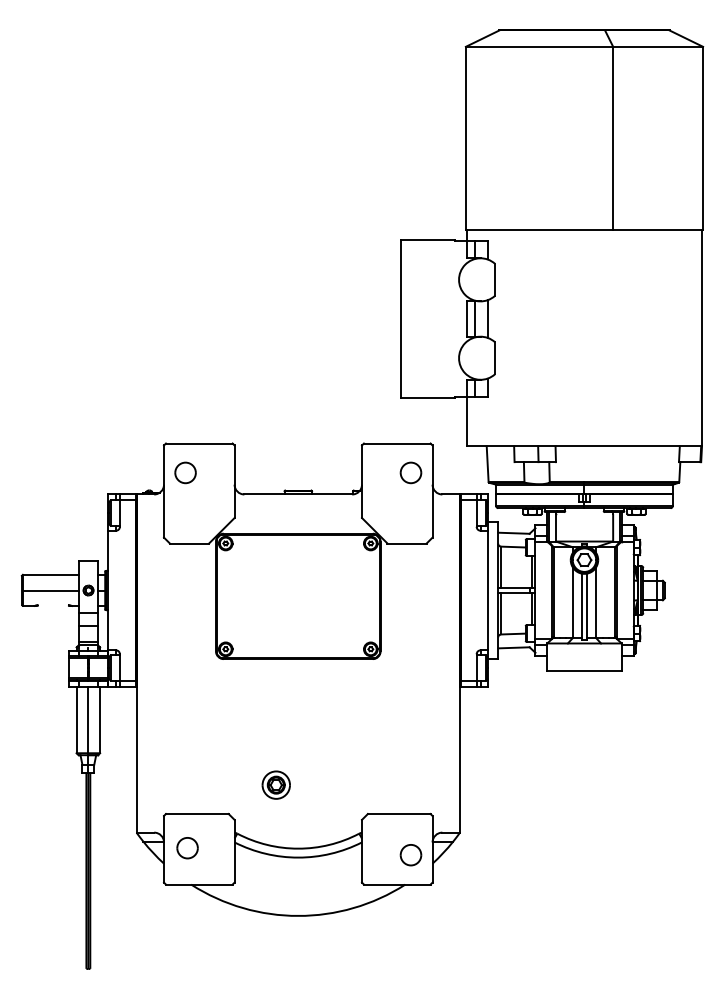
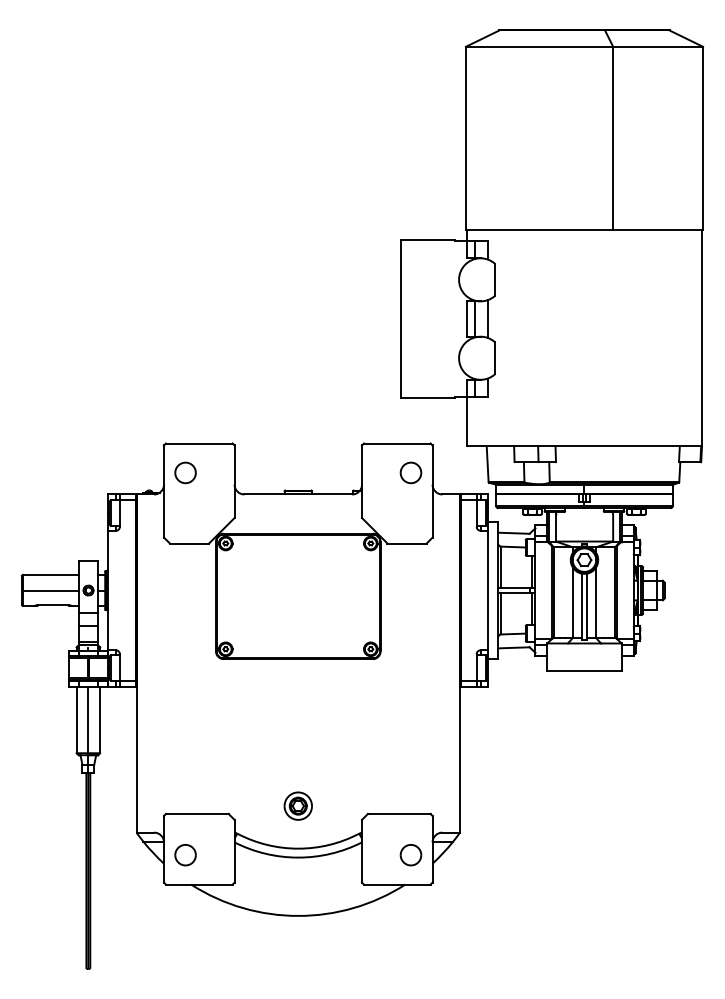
line at (52, 605): none -> present
part at (275, 784) position: (275, 784) -> (297, 805)
part at (187, 848) position: (187, 848) -> (185, 855)
